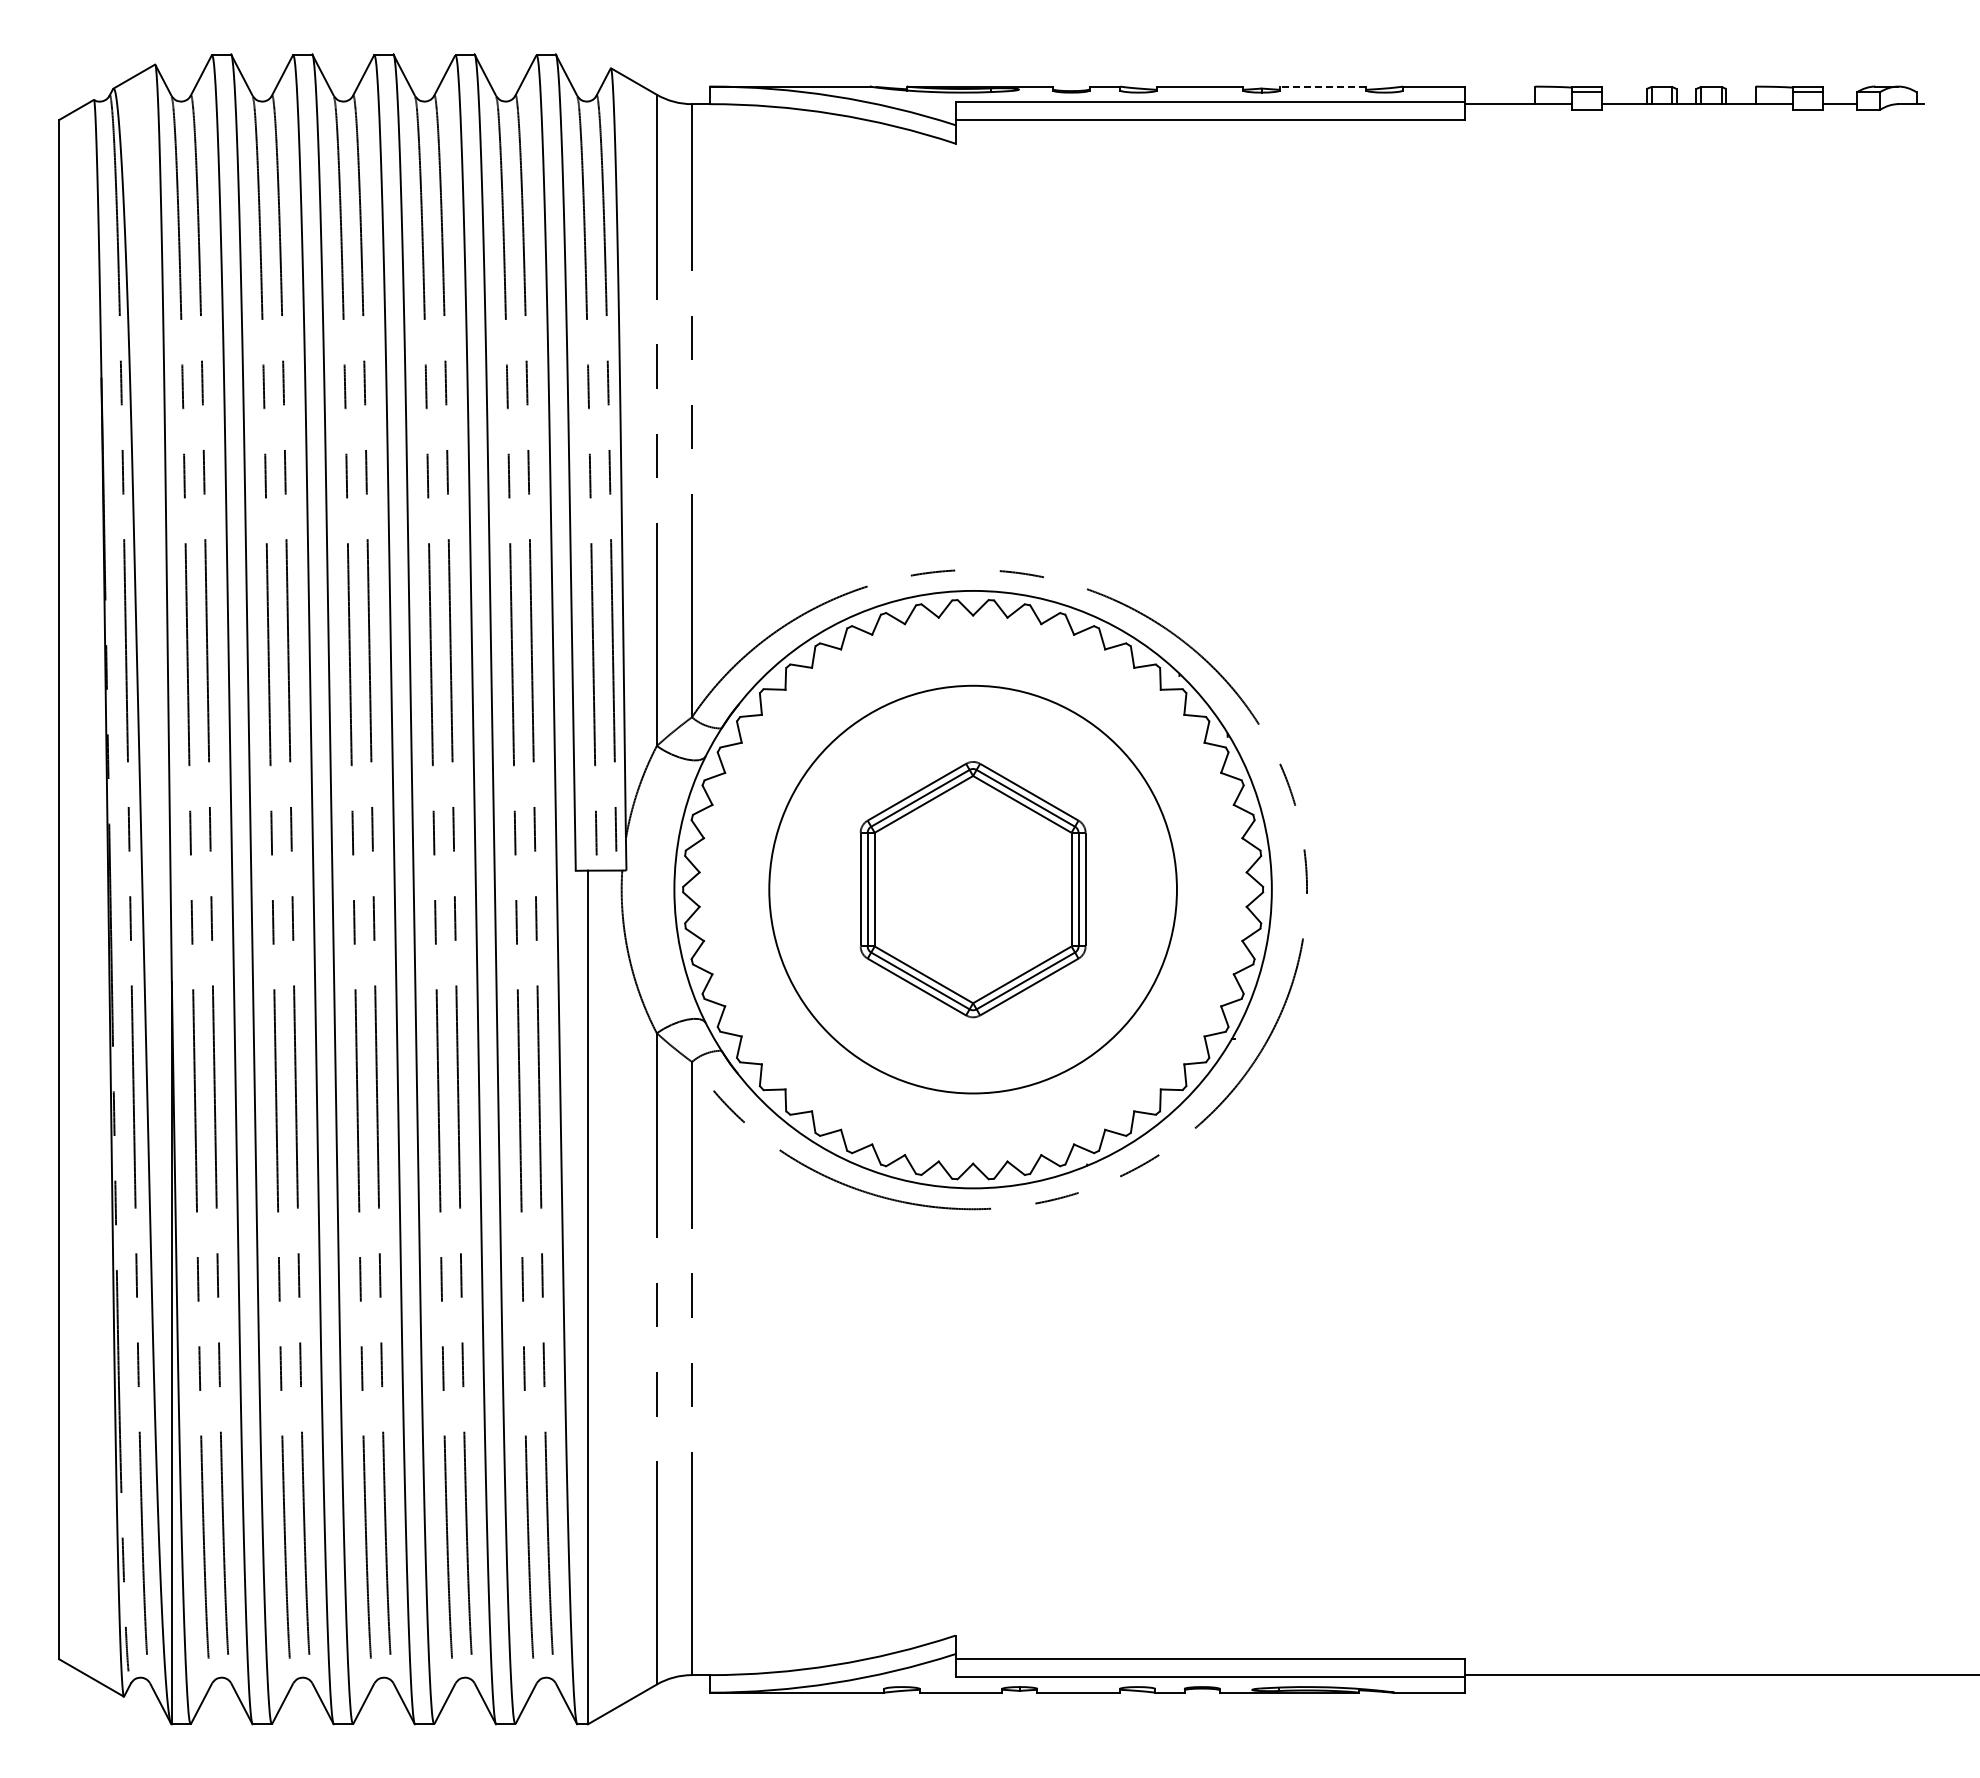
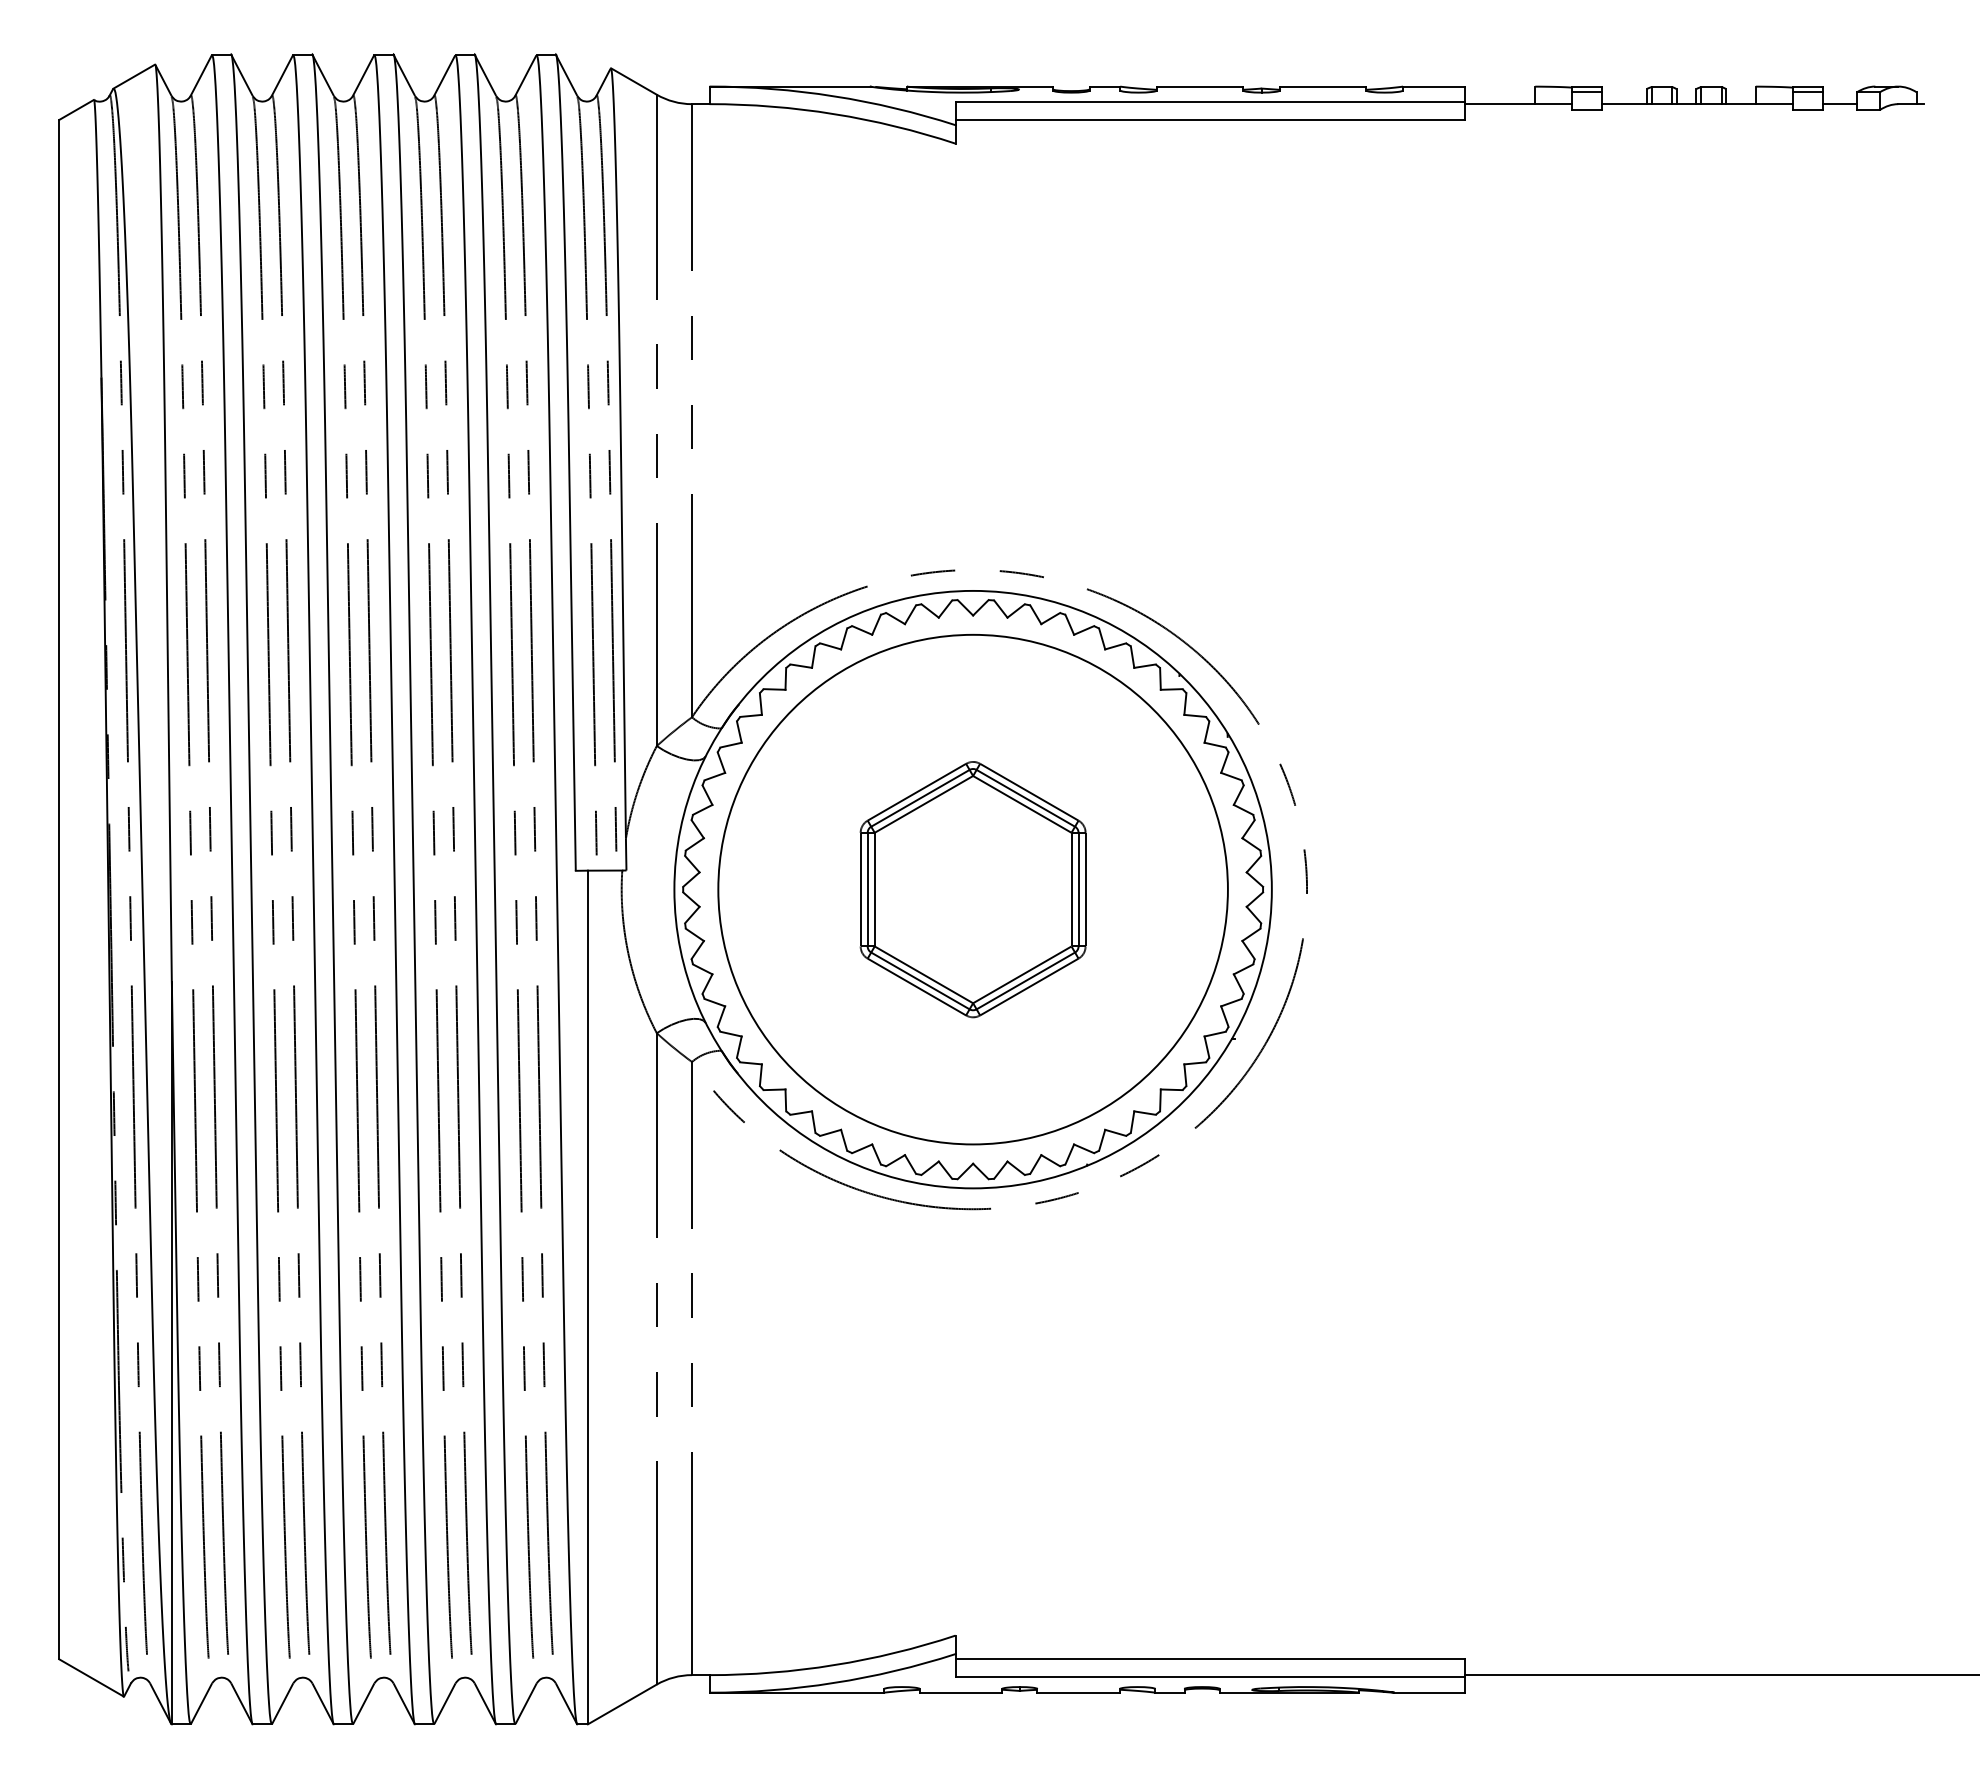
line at (1322, 86): dashed -> solid
circle at (972, 889) diameter: 408 px -> 510 px
